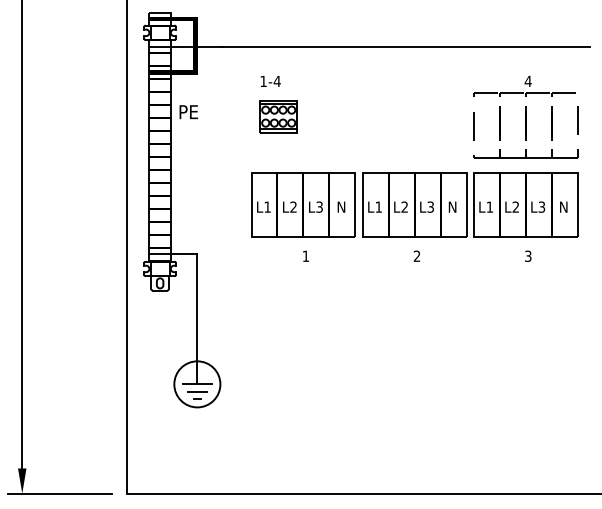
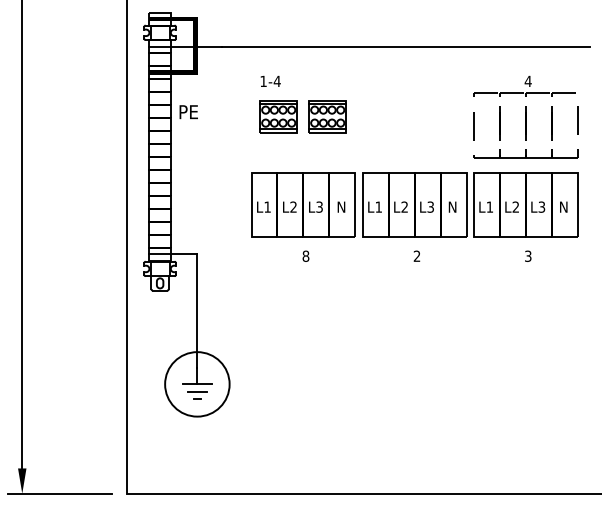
part at (327, 116): none -> present
text at (305, 255): 1 -> 8
circle at (197, 384) diameter: 46 px -> 65 px
